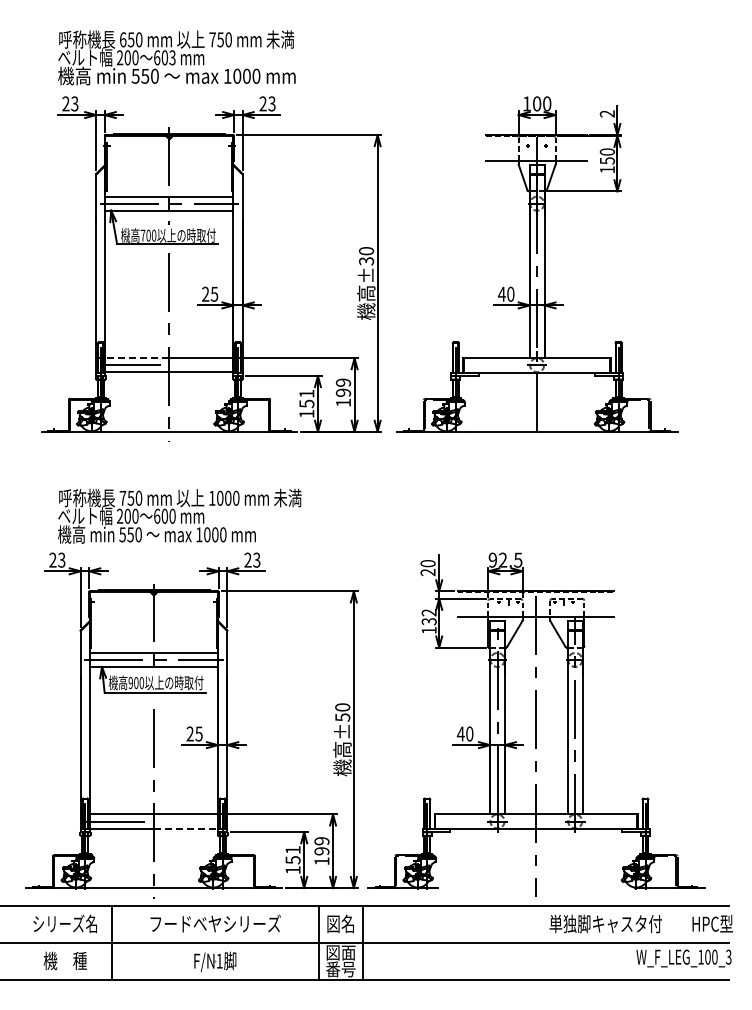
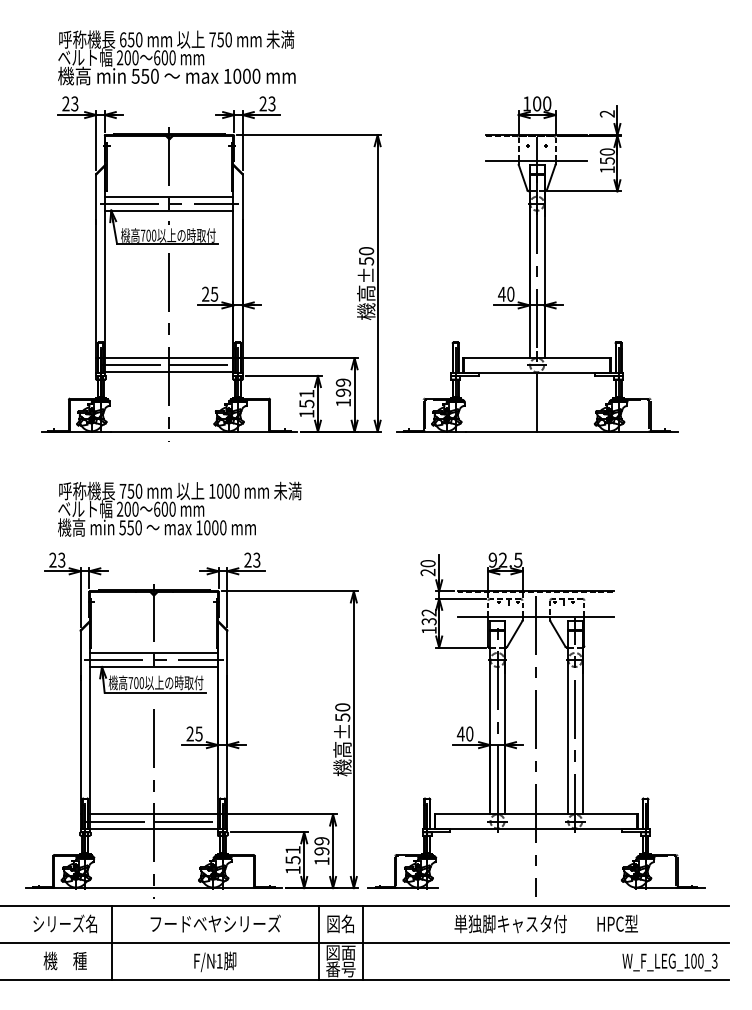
text at (172, 57): 603 -> 600
text at (366, 260): ±30 -> ±50
line at (136, 358): dashed -> solid
line at (203, 365): none -> present
text at (179, 515) position: (179, 515) -> (179, 508)
text at (130, 683): 900 -> 700
line at (187, 821): none -> present
line at (186, 828): dashed -> solid
text at (640, 923) position: (640, 923) -> (545, 923)
text at (683, 958) position: (683, 958) -> (669, 962)
